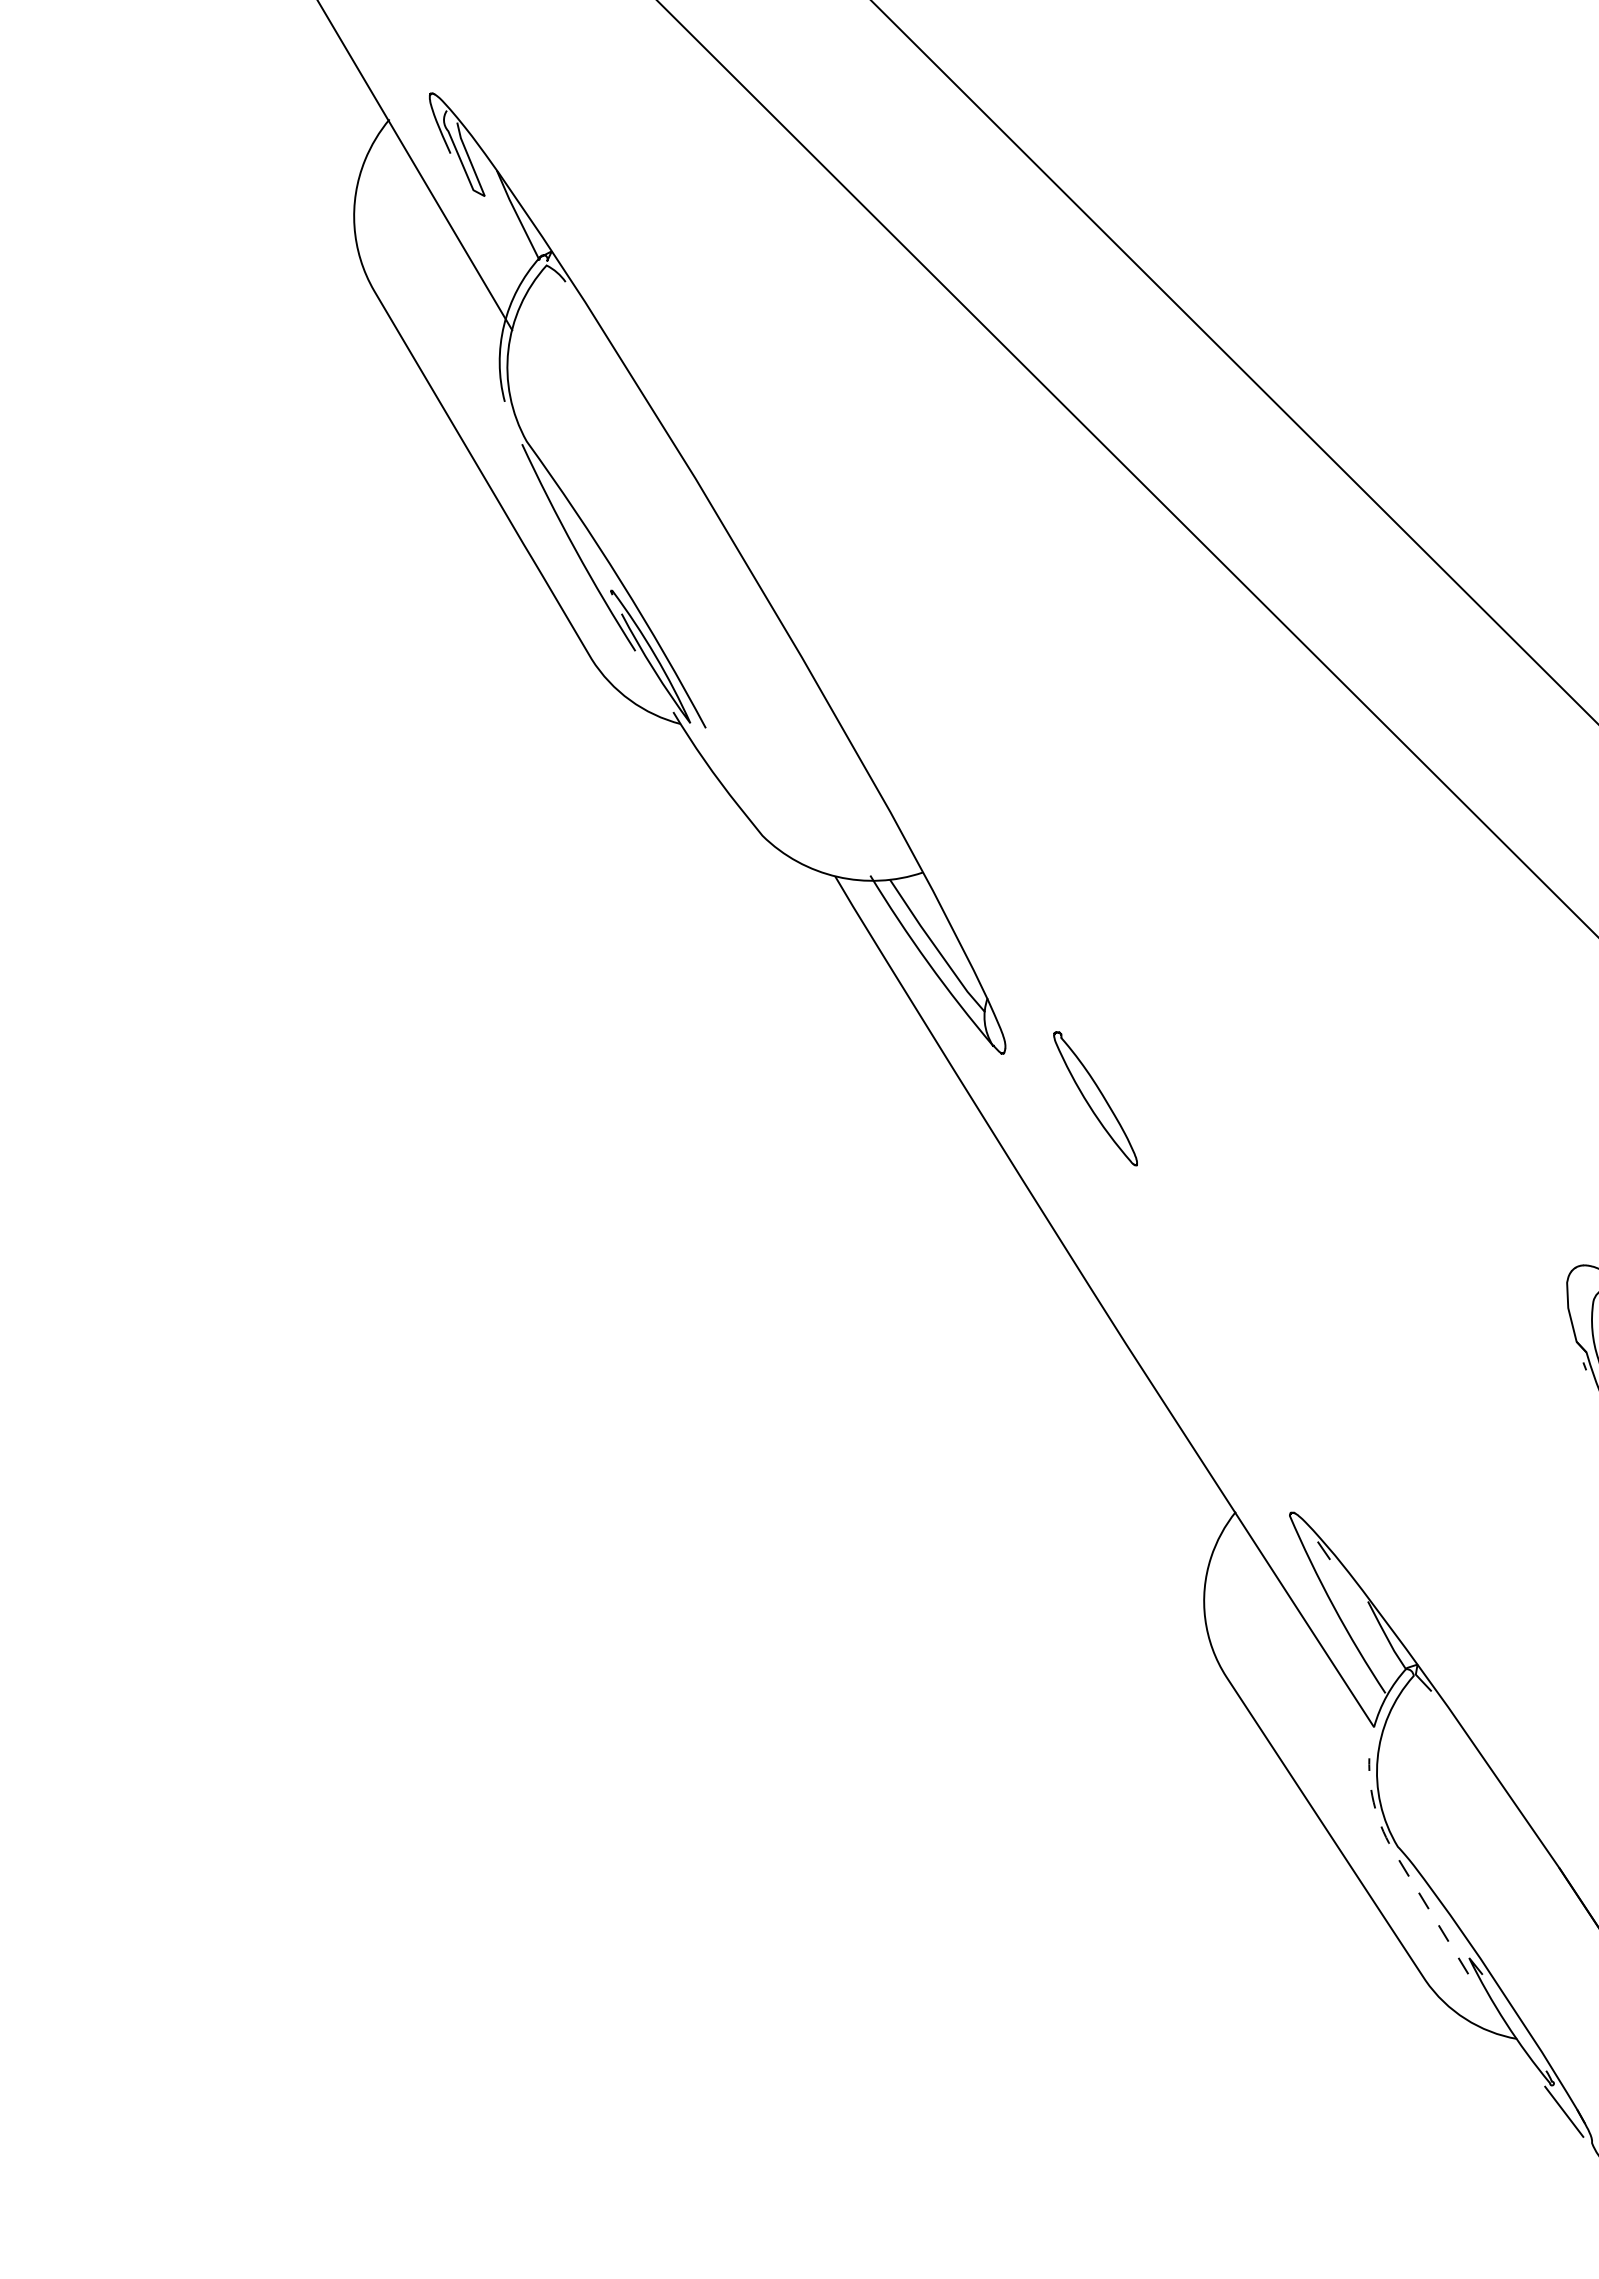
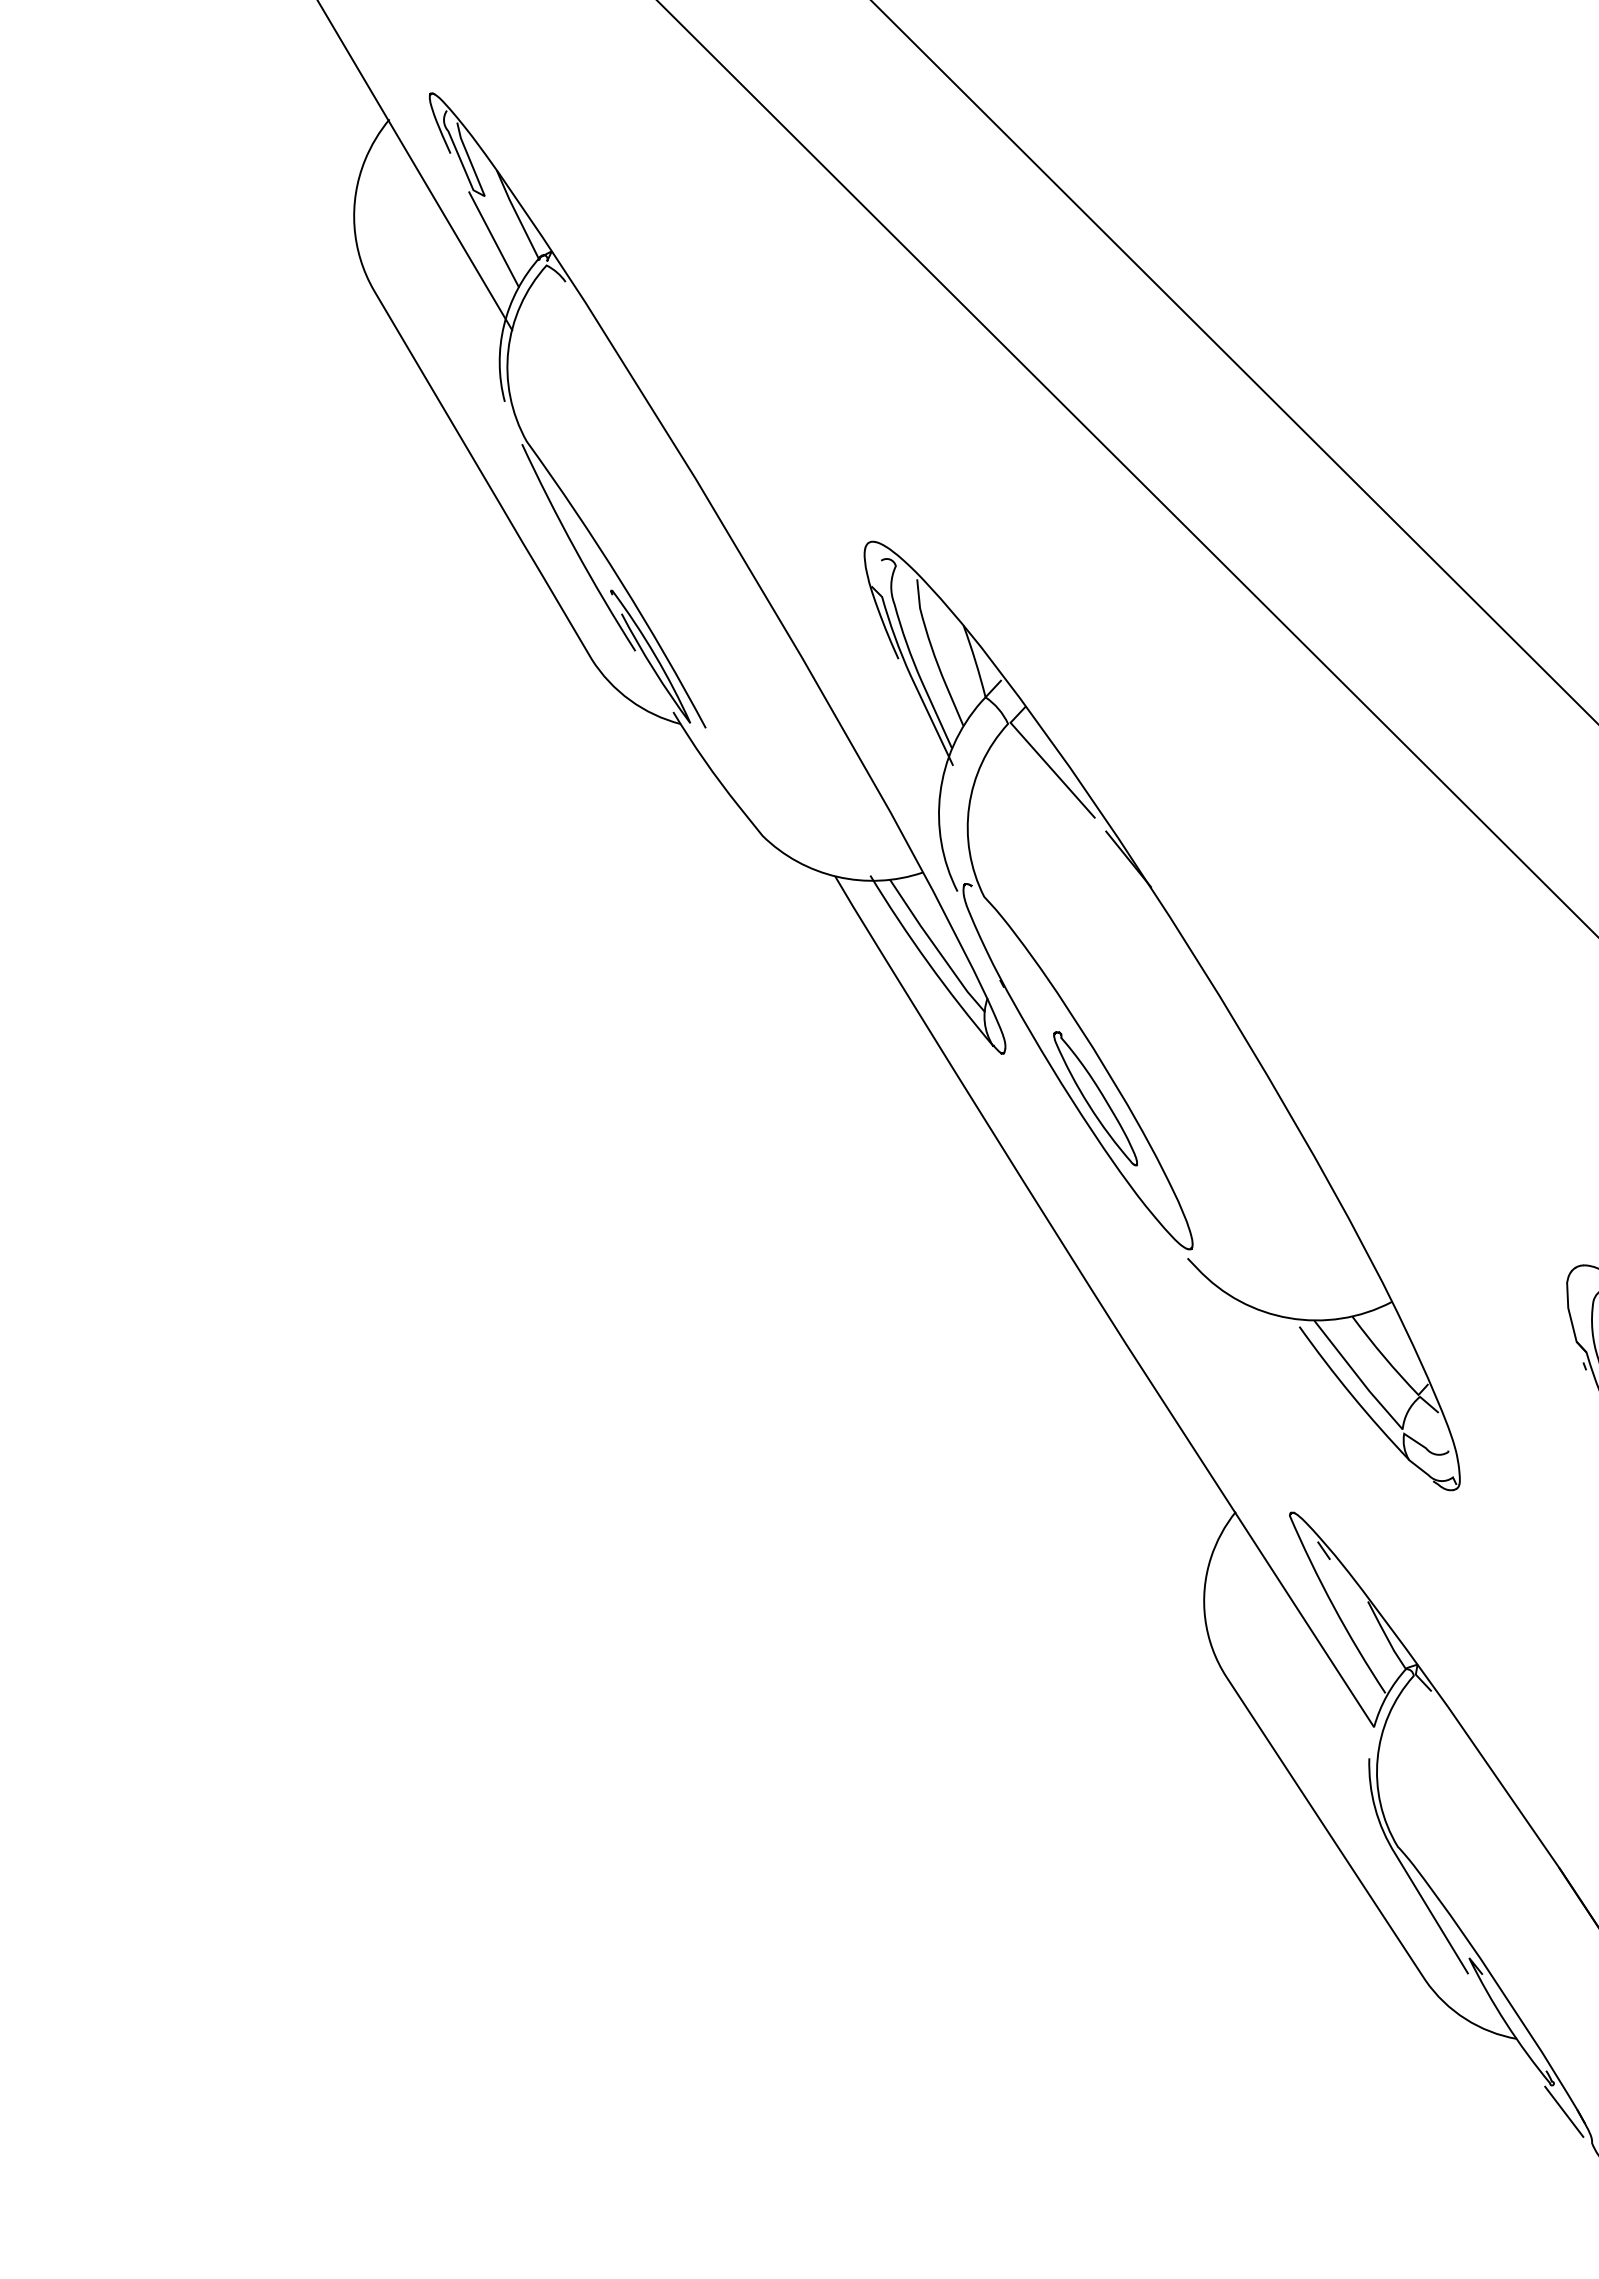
line at (493, 239): none -> present
part at (1211, 985): none -> present
line at (1402, 1866): dashed -> solid
